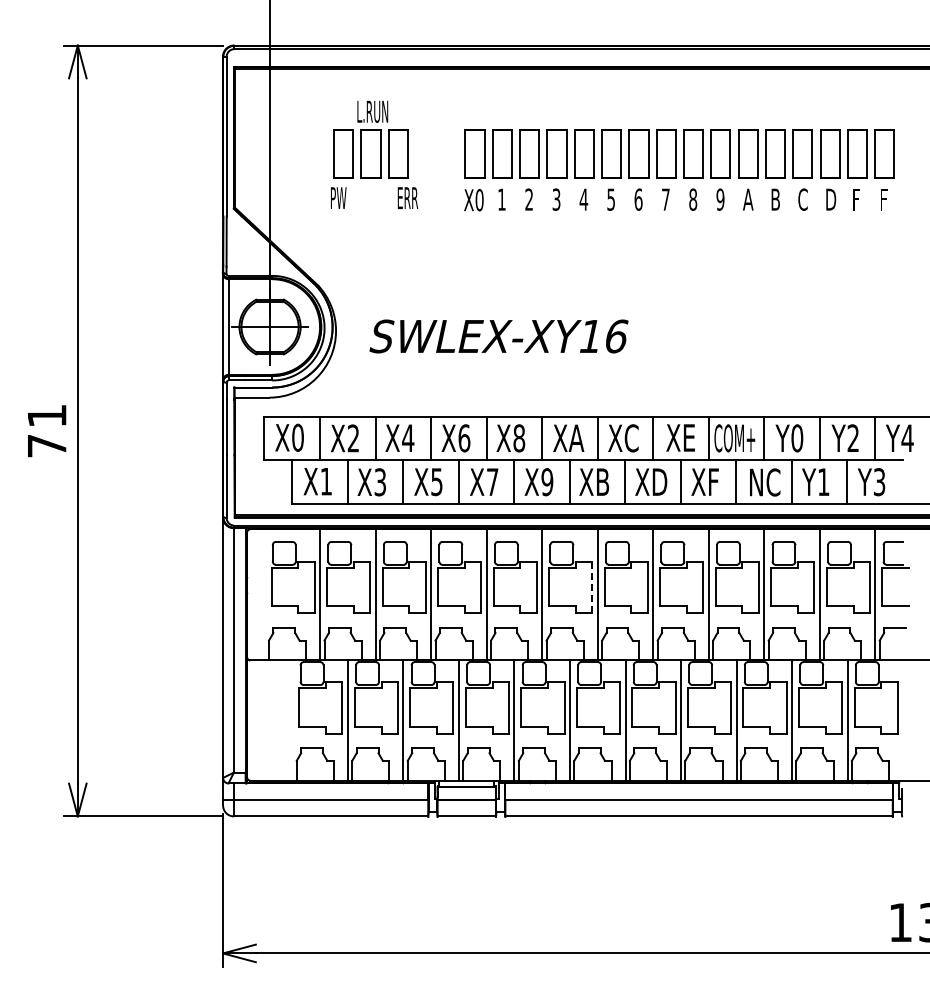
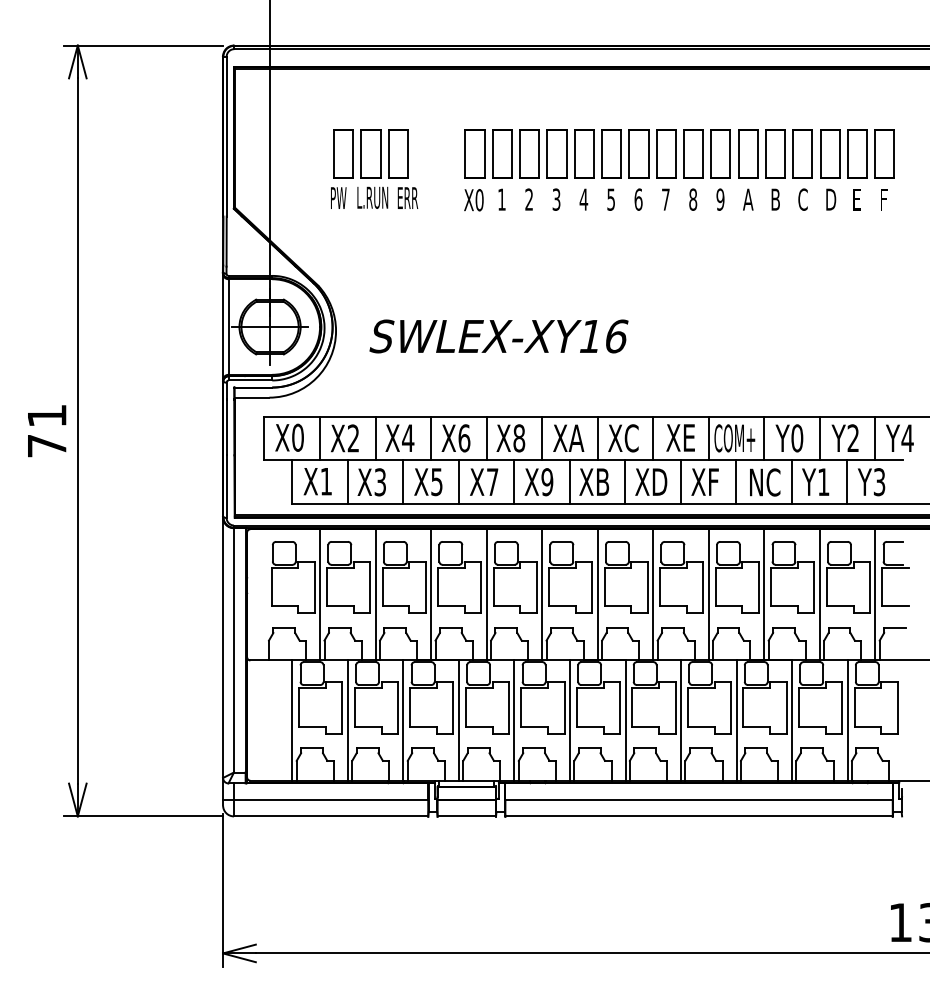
text at (372, 111) position: (372, 111) -> (372, 197)
text at (857, 199): F -> E
line at (592, 587): dashed -> solid
line at (292, 720): none -> present
